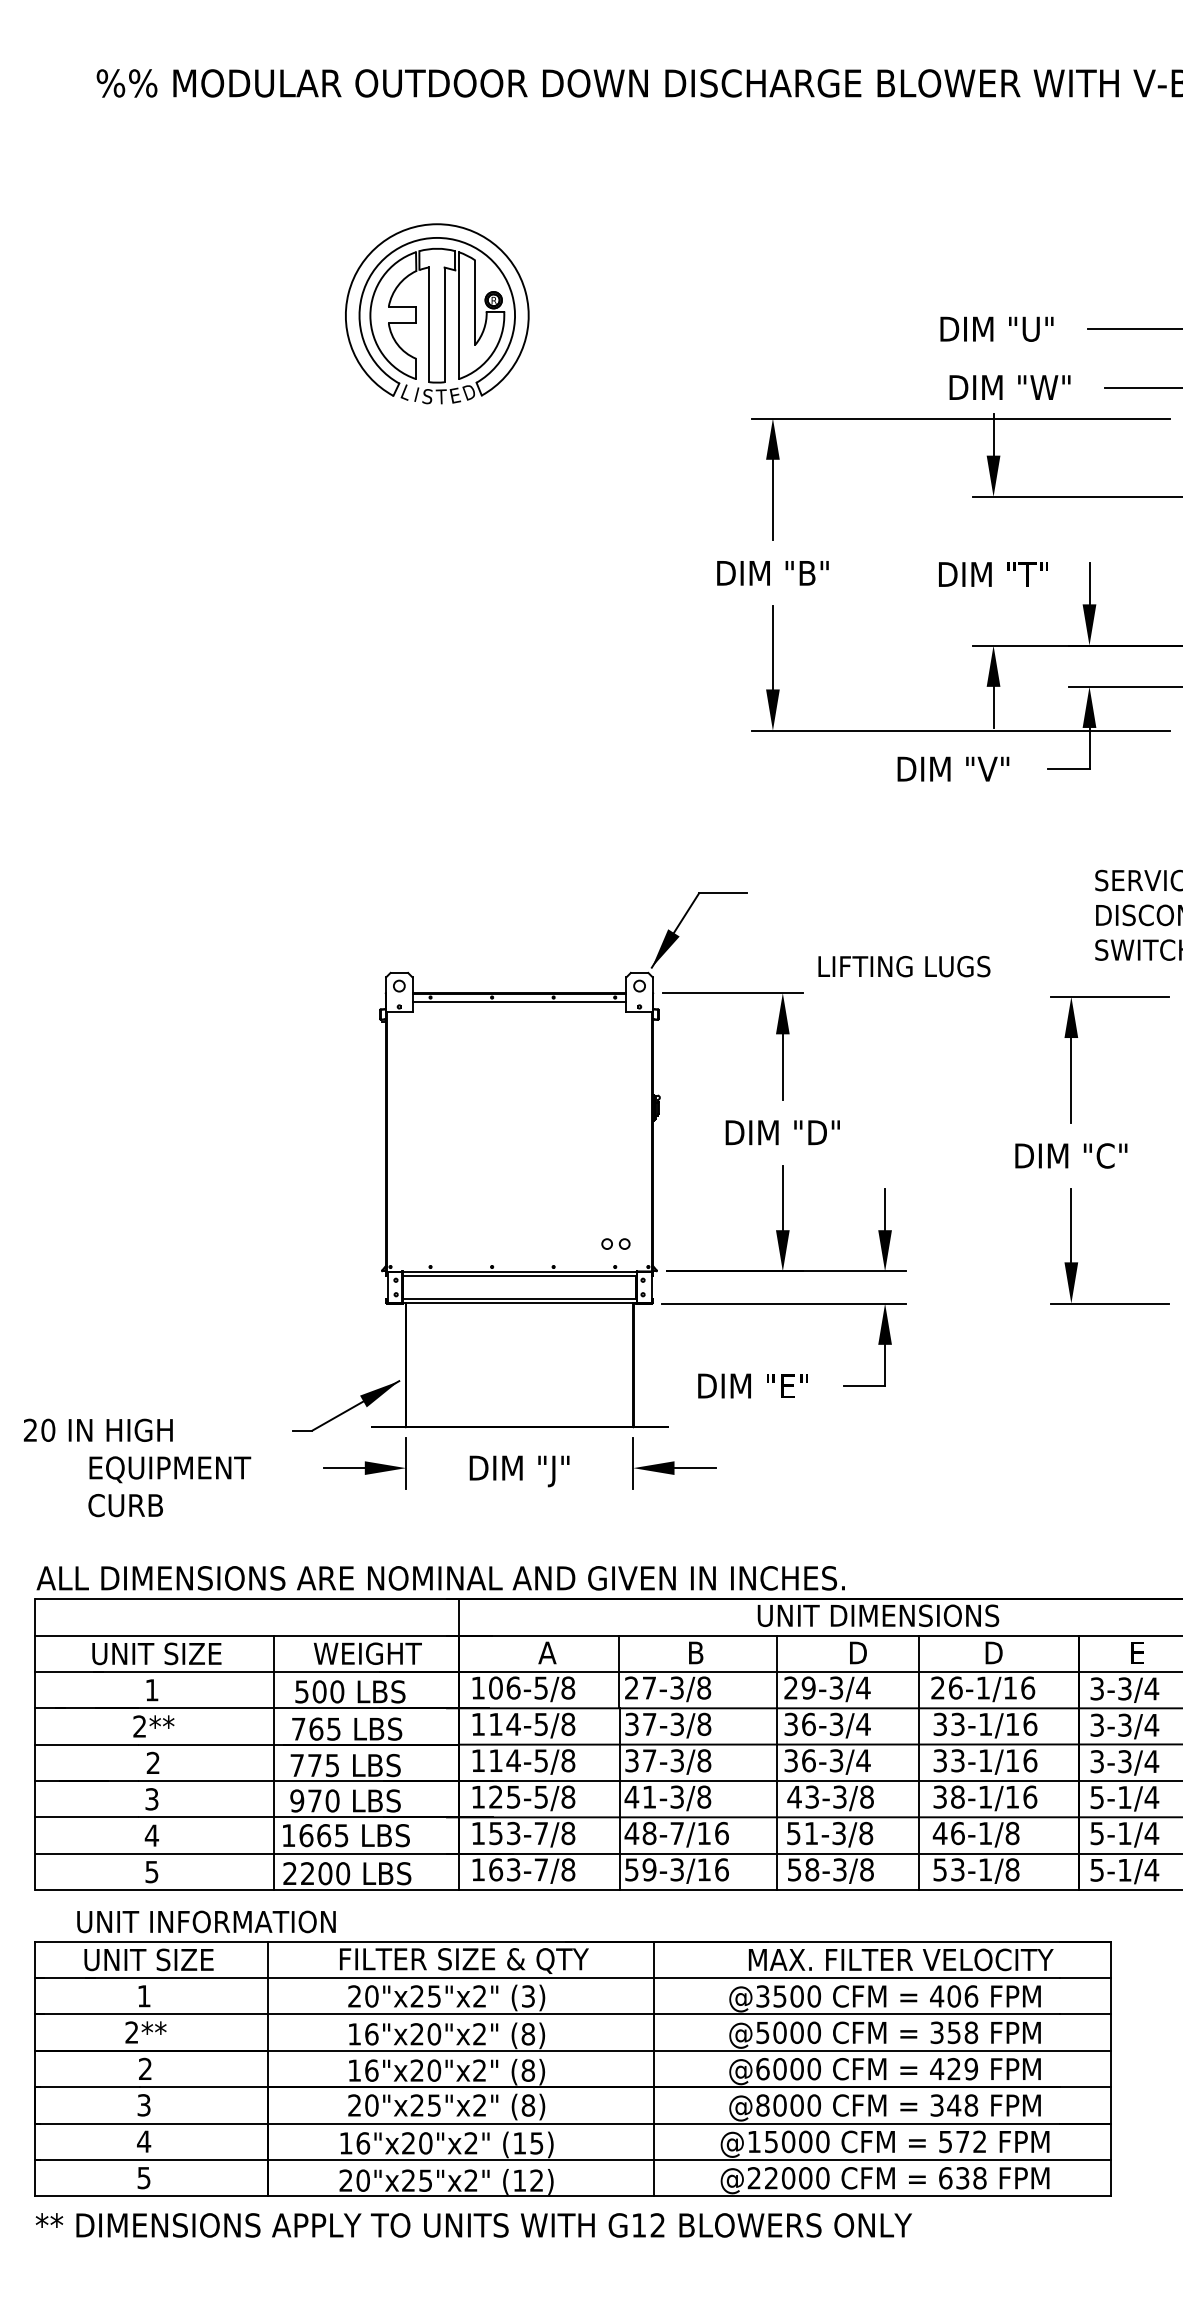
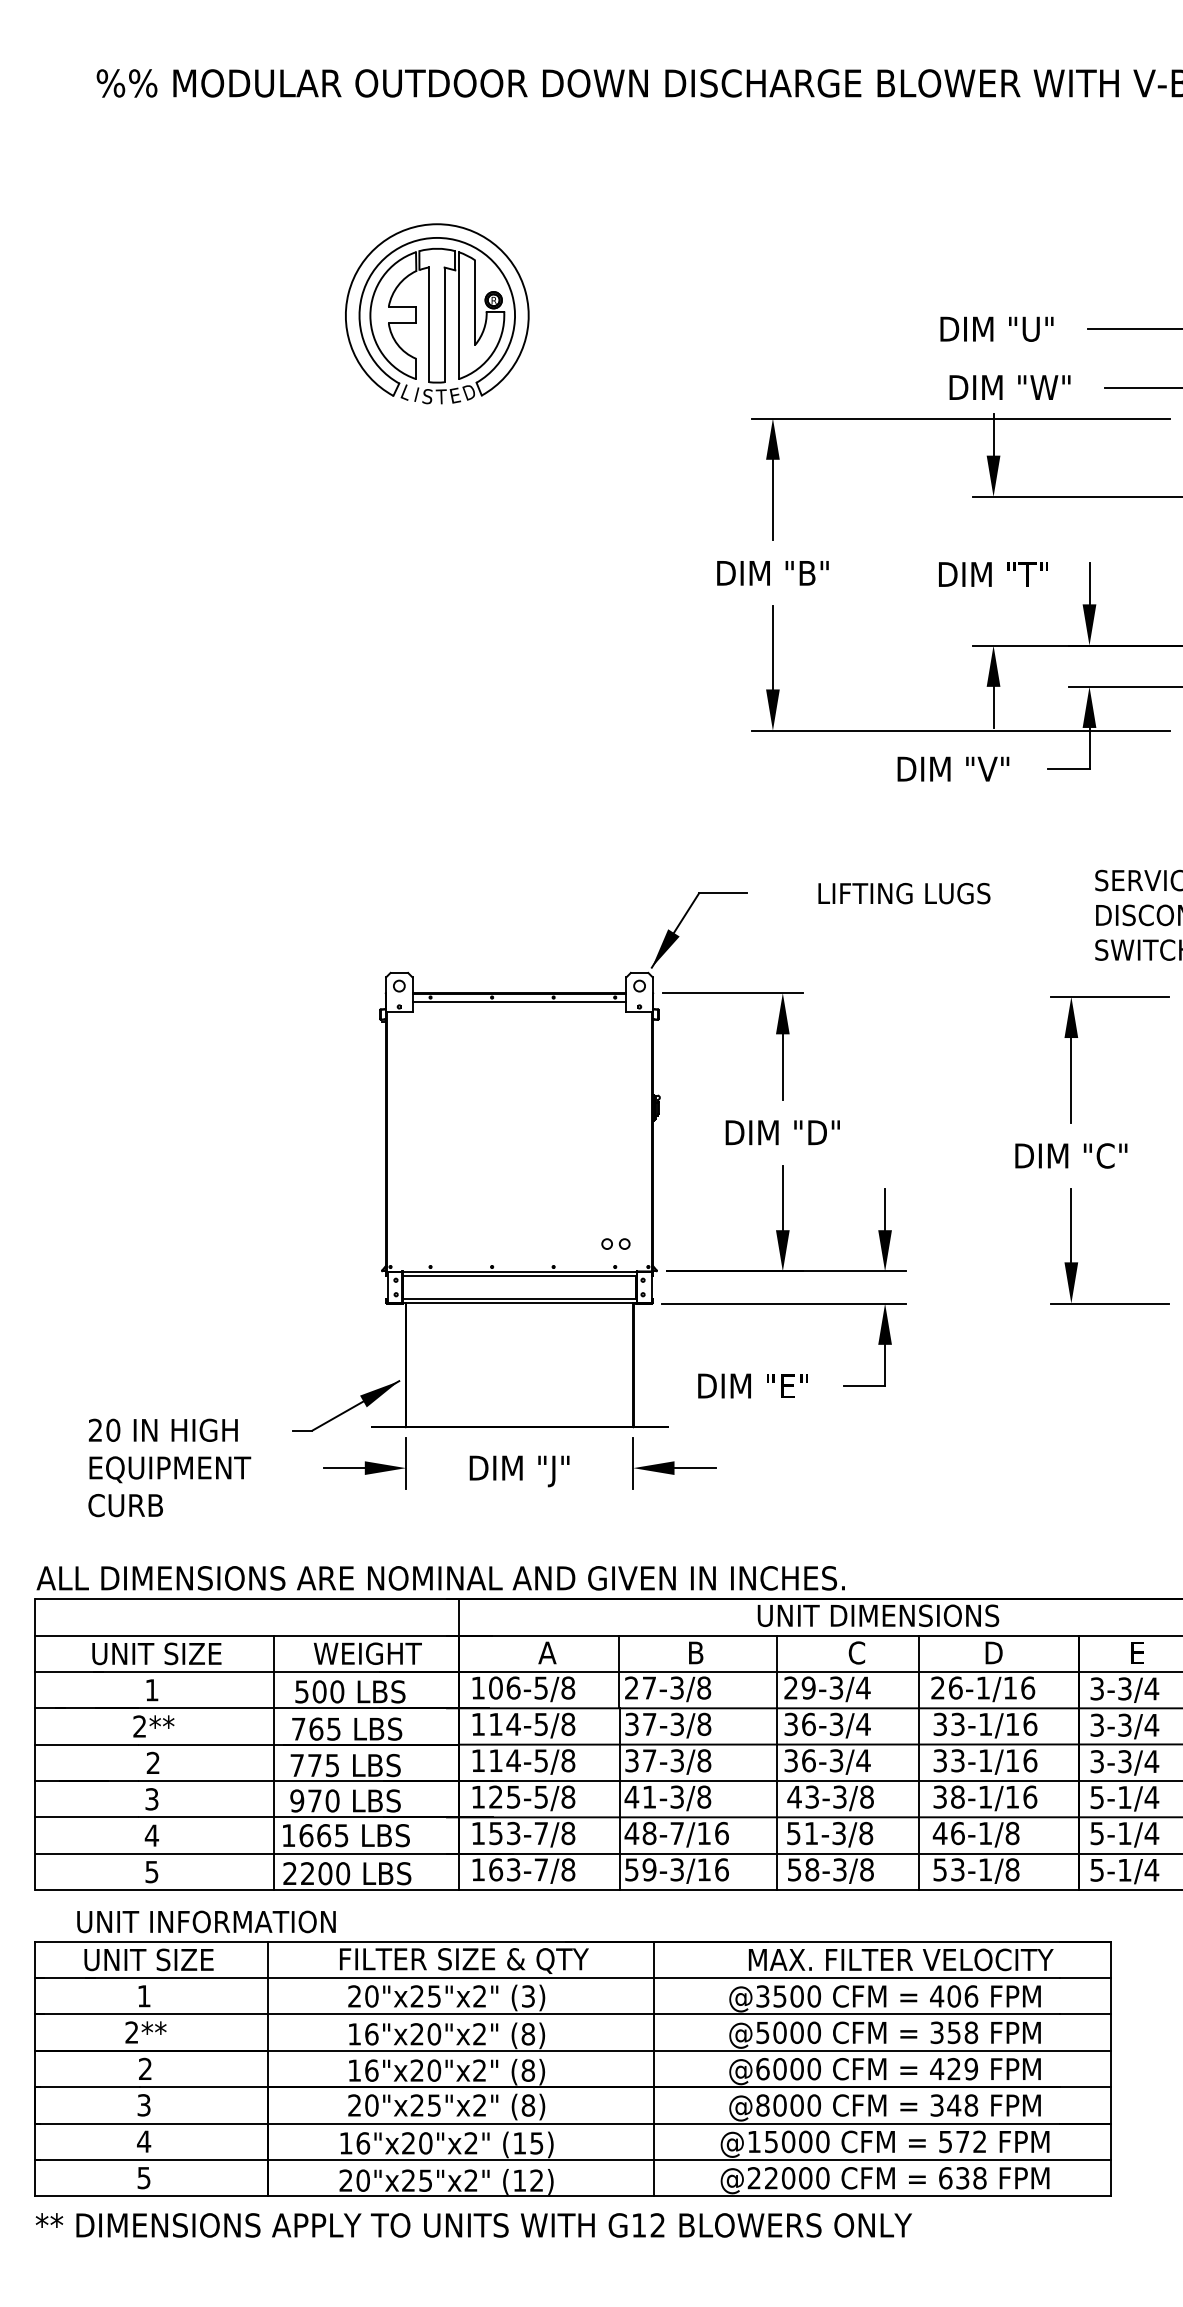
text at (904, 966) position: (904, 966) -> (904, 893)
text at (97, 1429) position: (97, 1429) -> (162, 1429)
text at (857, 1652): D -> C
